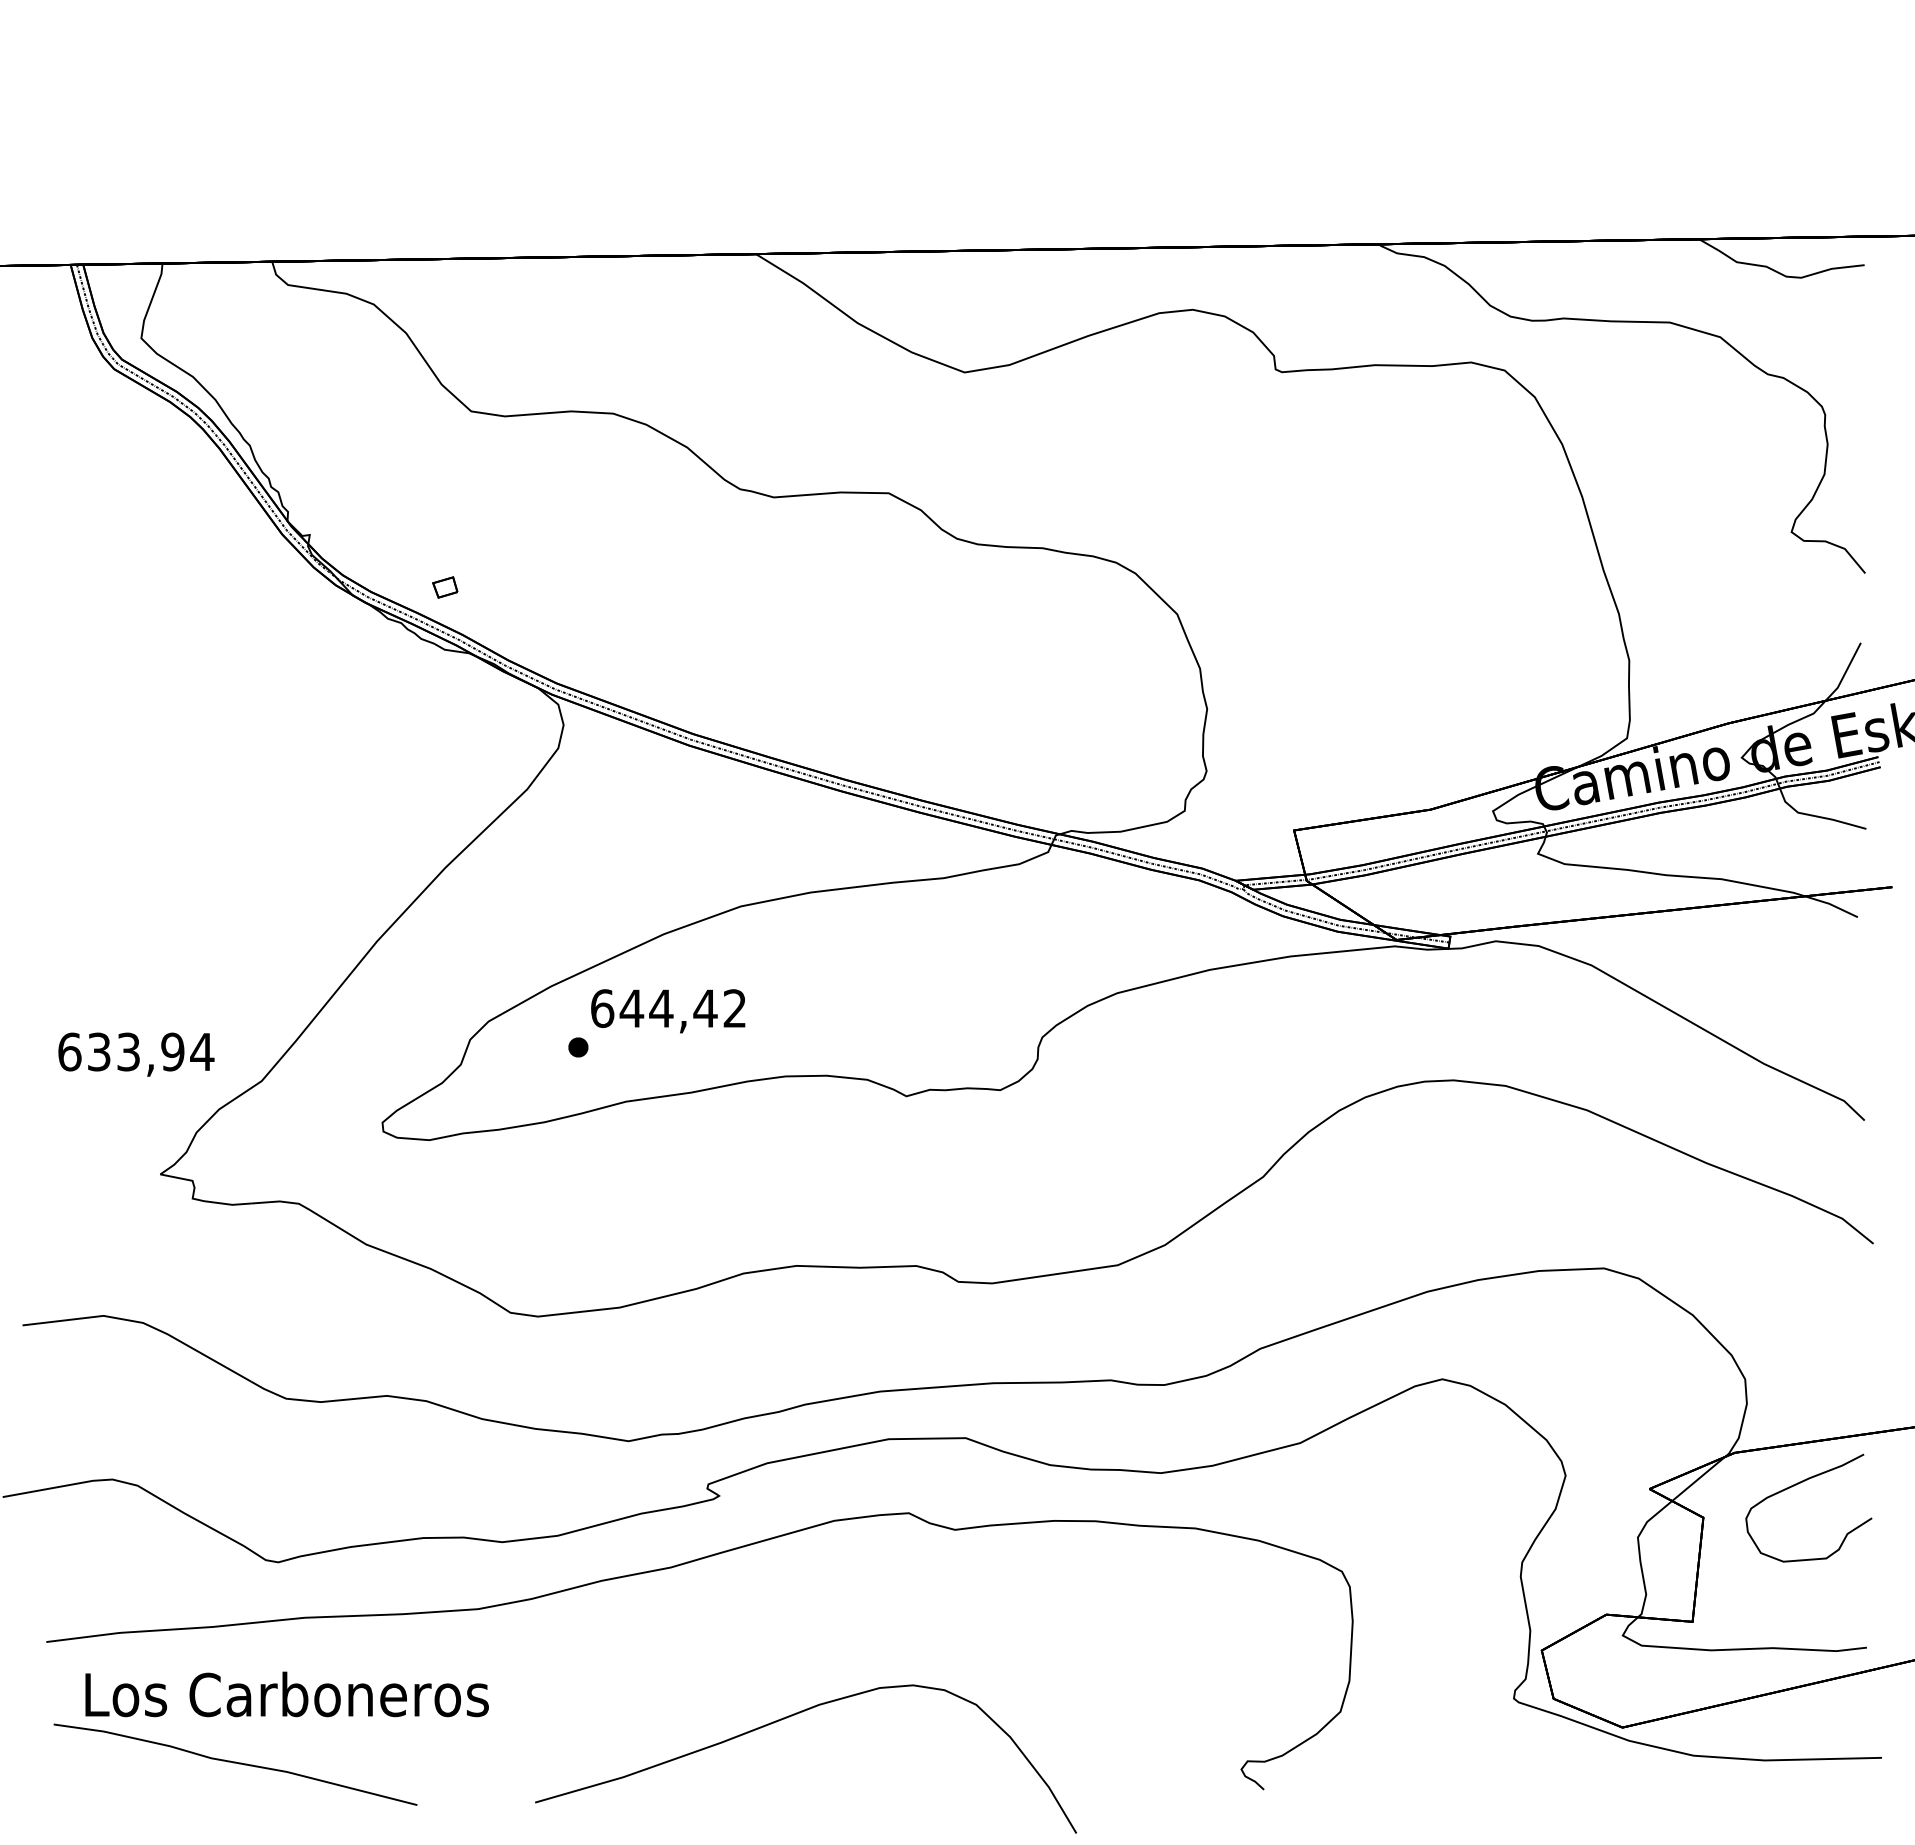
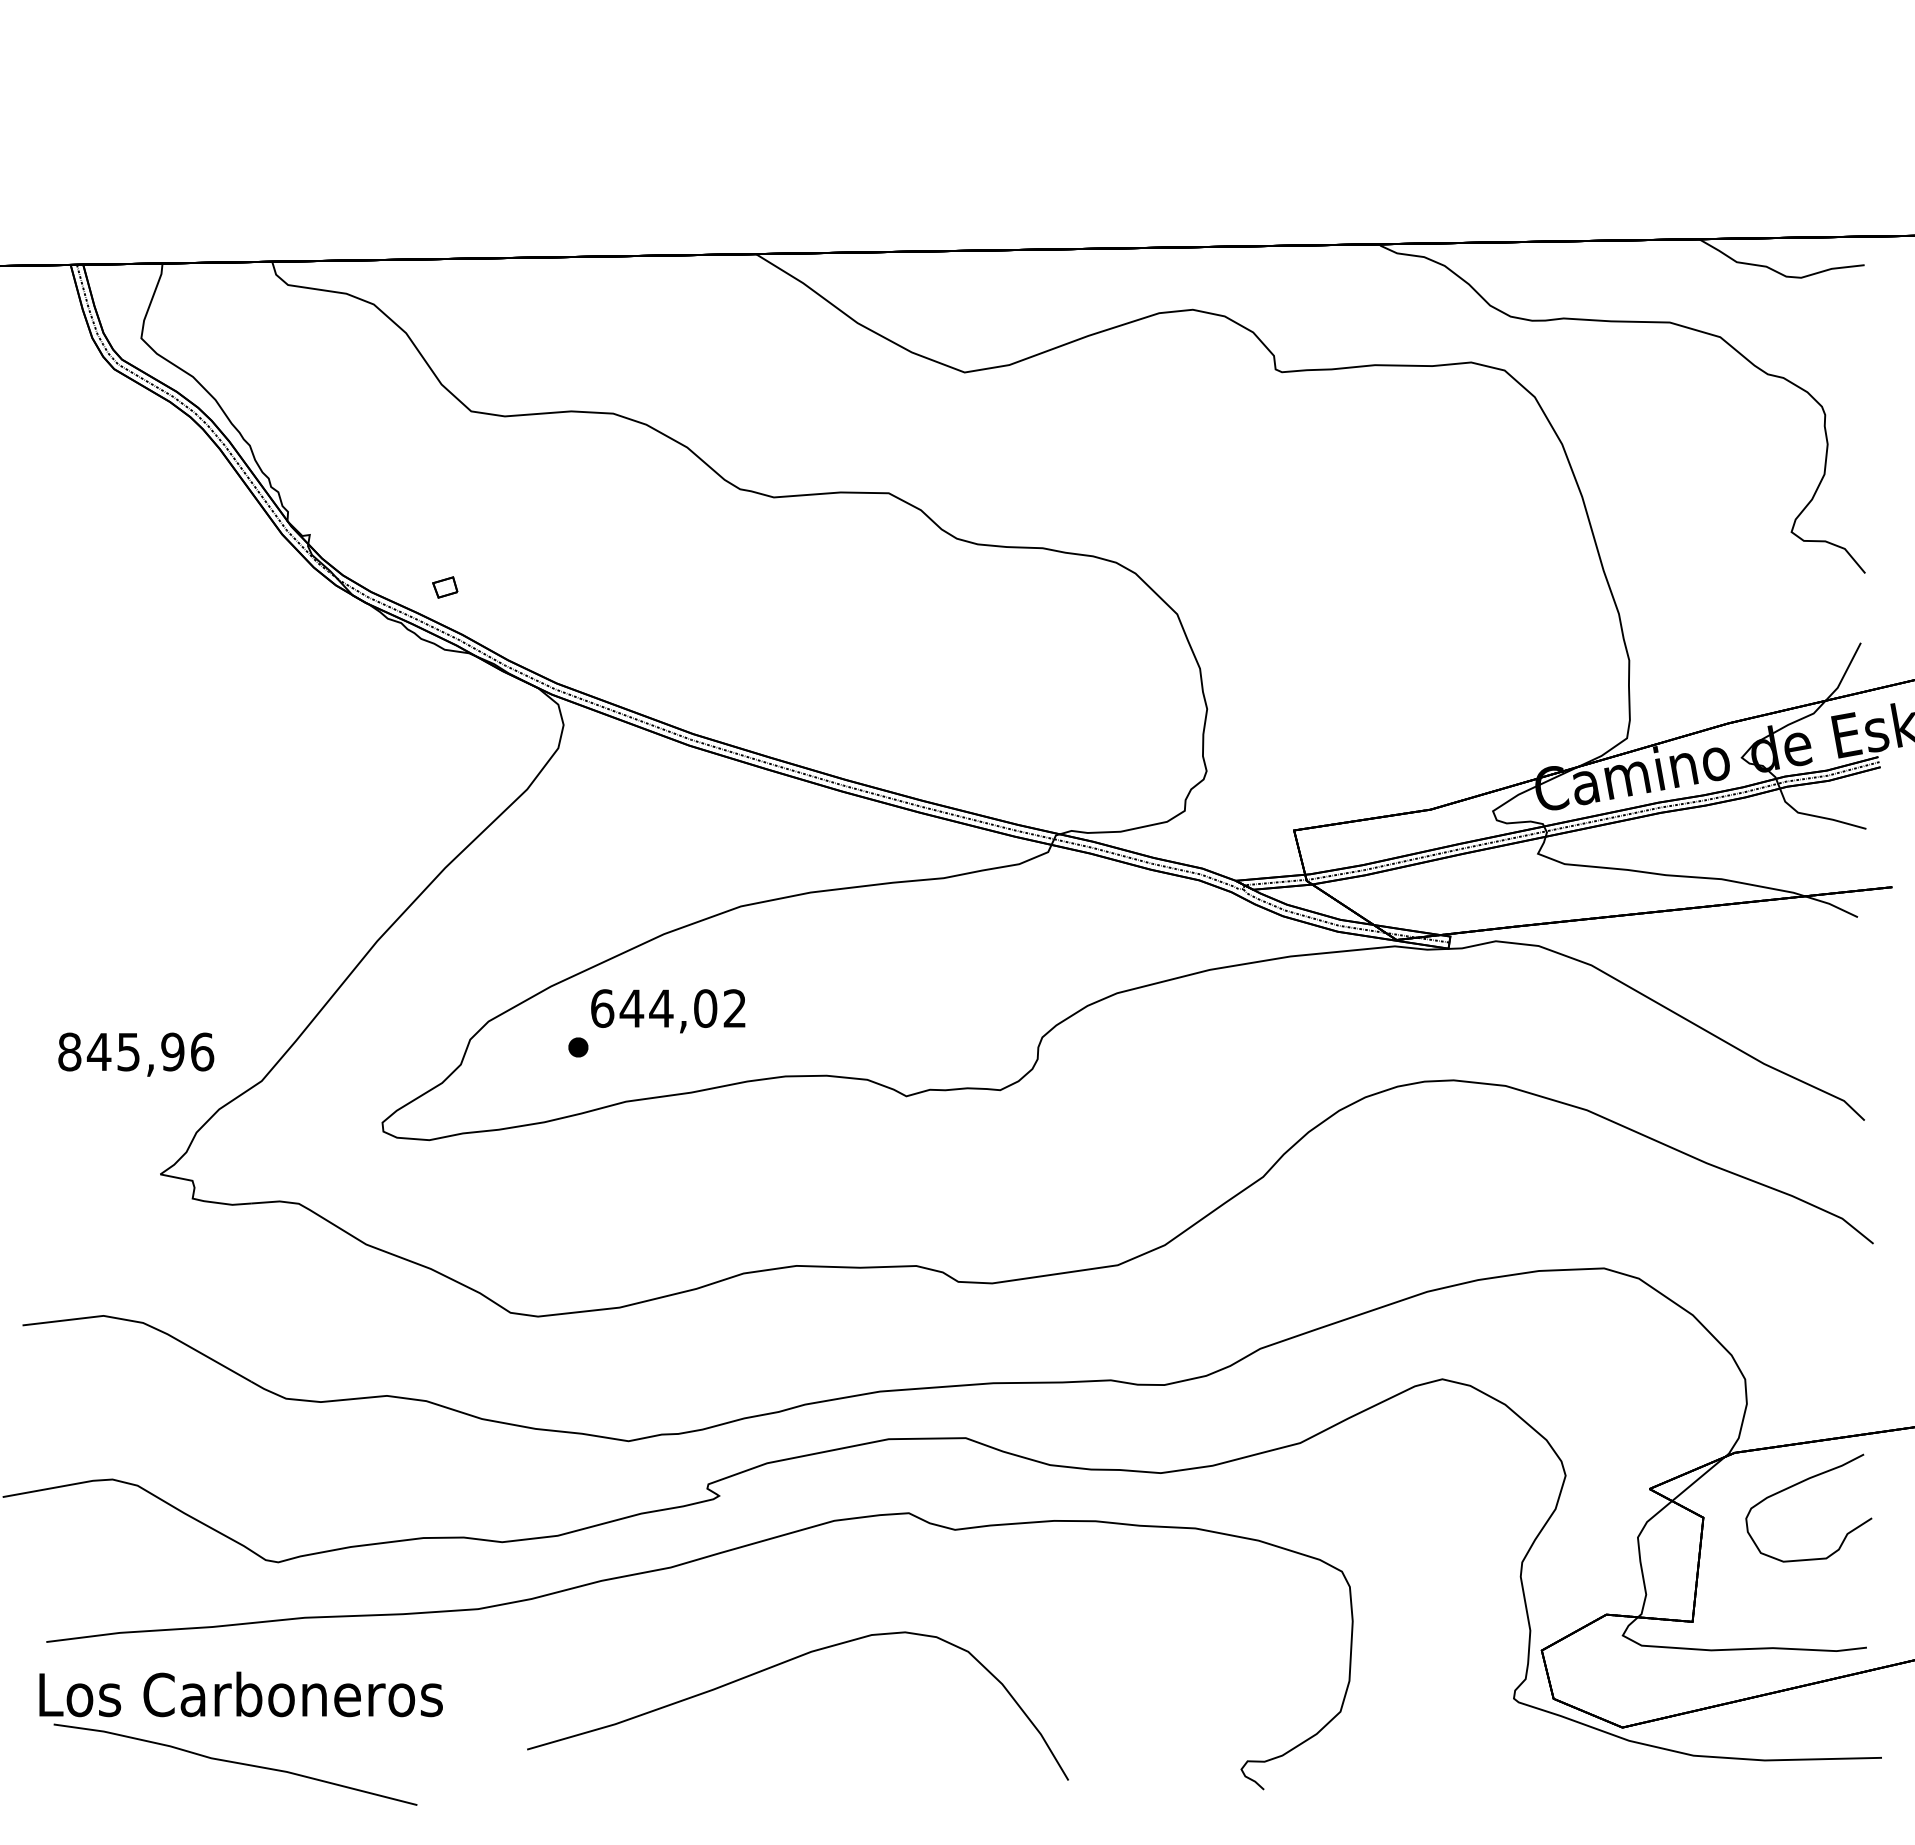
text at (705, 1008): 644,42 -> 644,02
text at (136, 1051): 633,94 -> 845,96
text at (286, 1694) position: (286, 1694) -> (240, 1694)
curve at (787, 1718) position: (787, 1718) -> (779, 1665)
